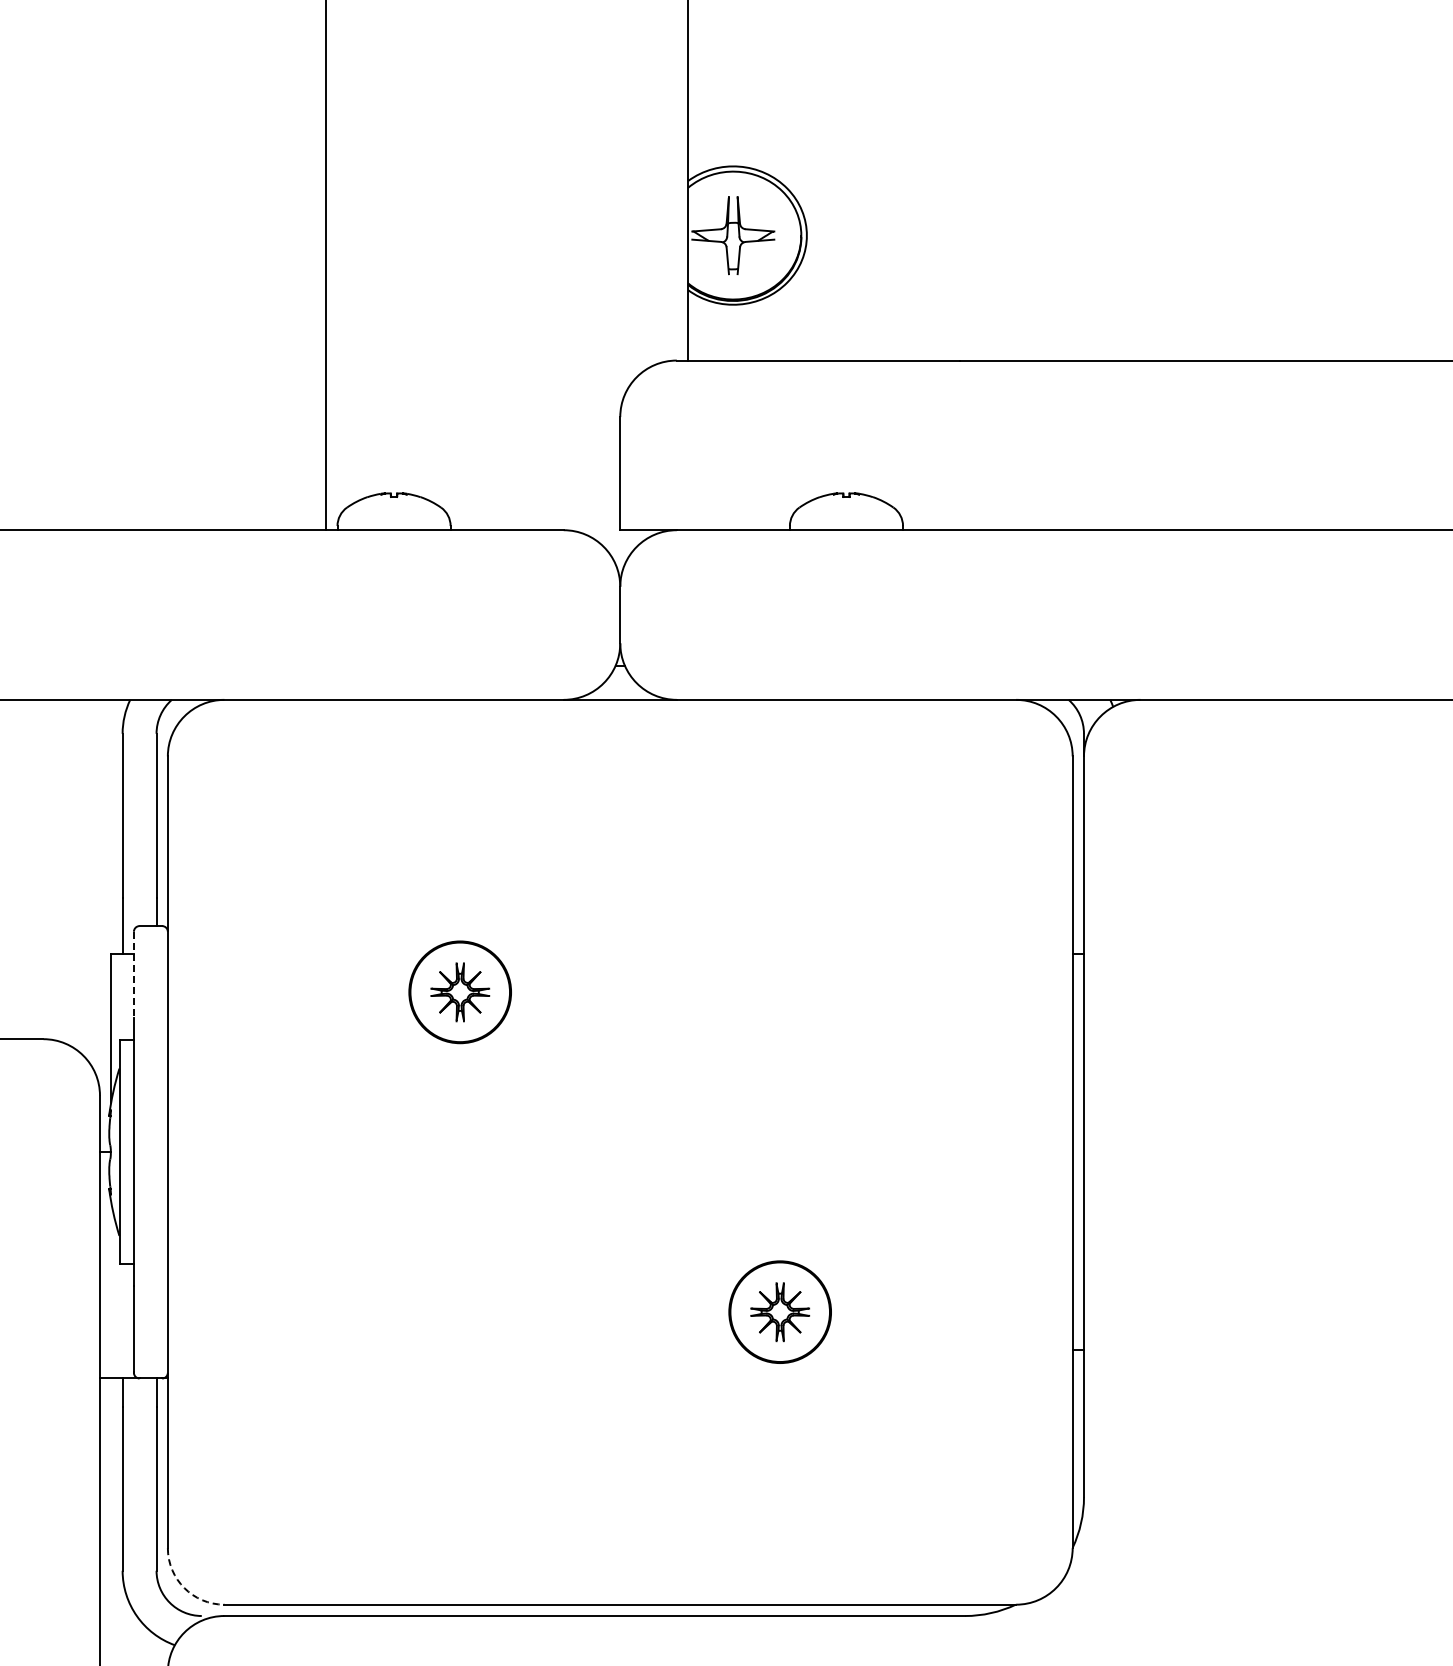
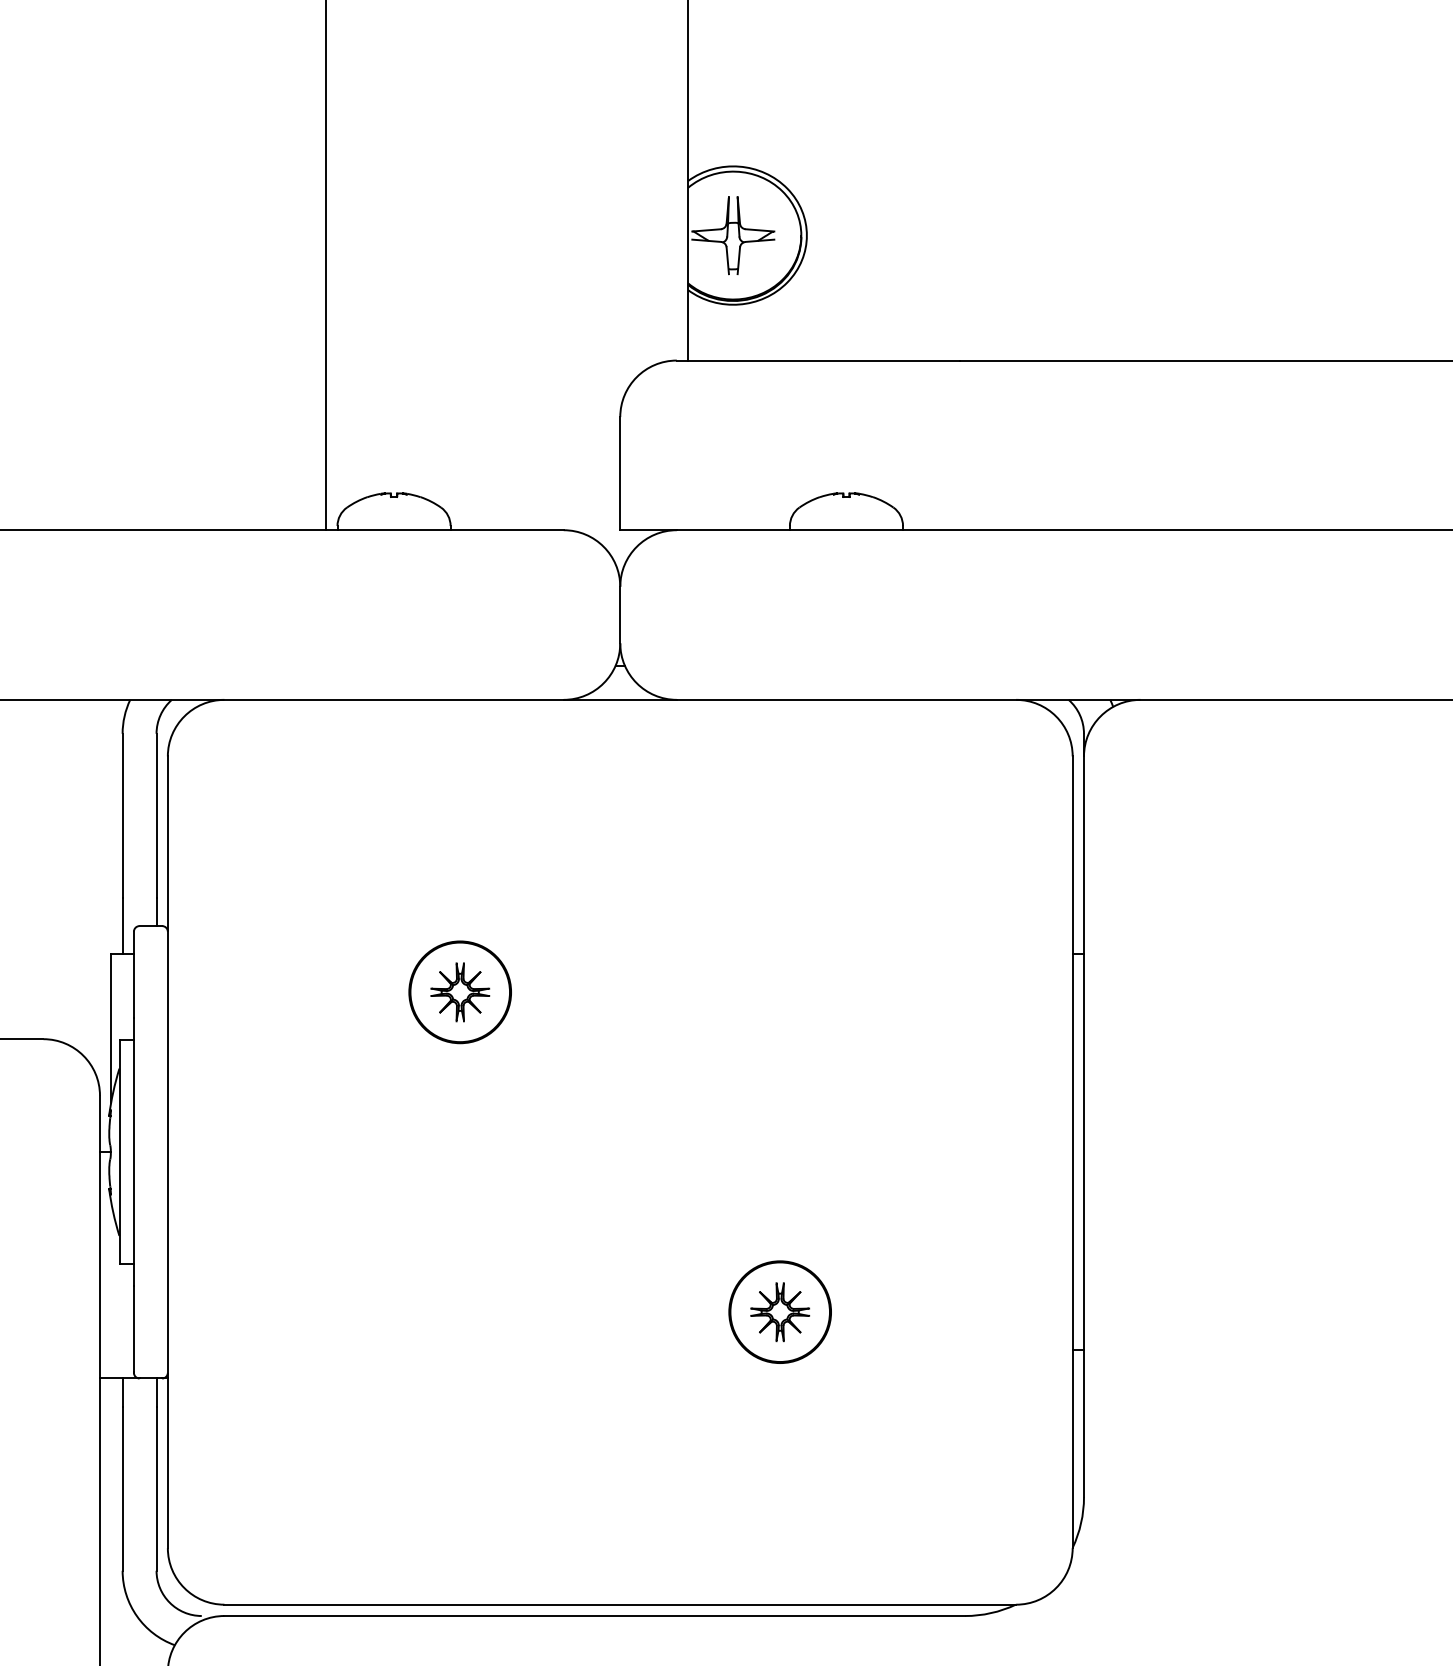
line at (133, 975): dashed -> solid
arc at (184, 1588): dashed -> solid
